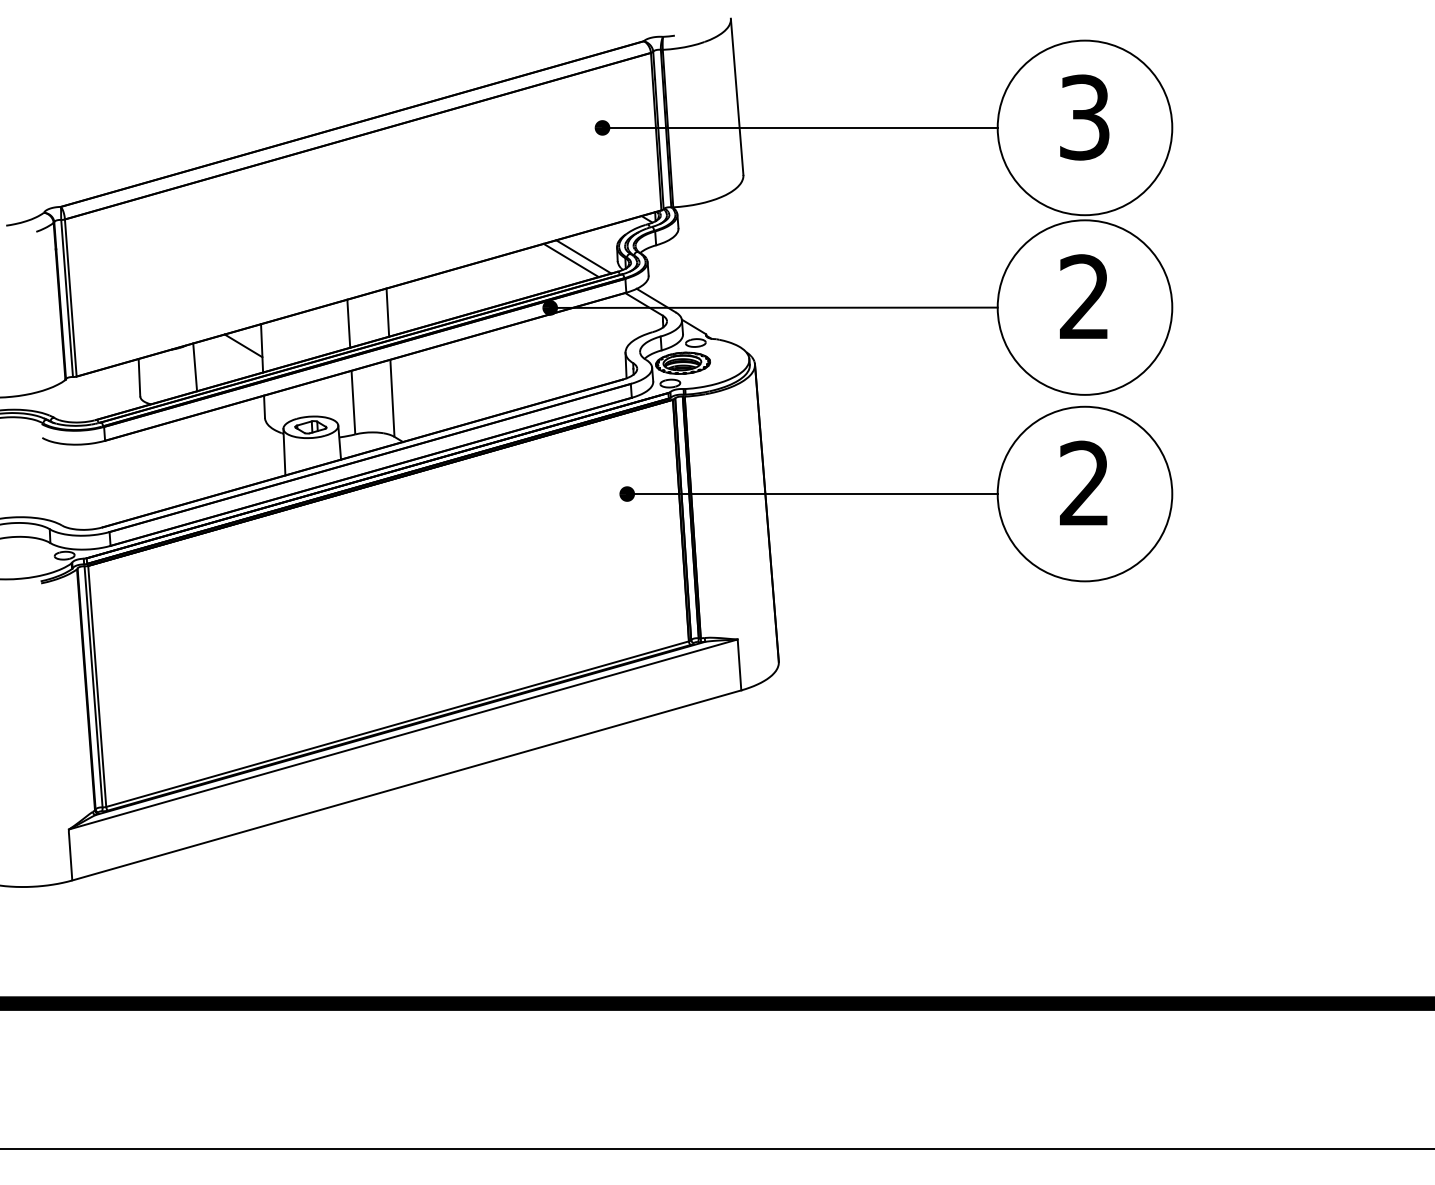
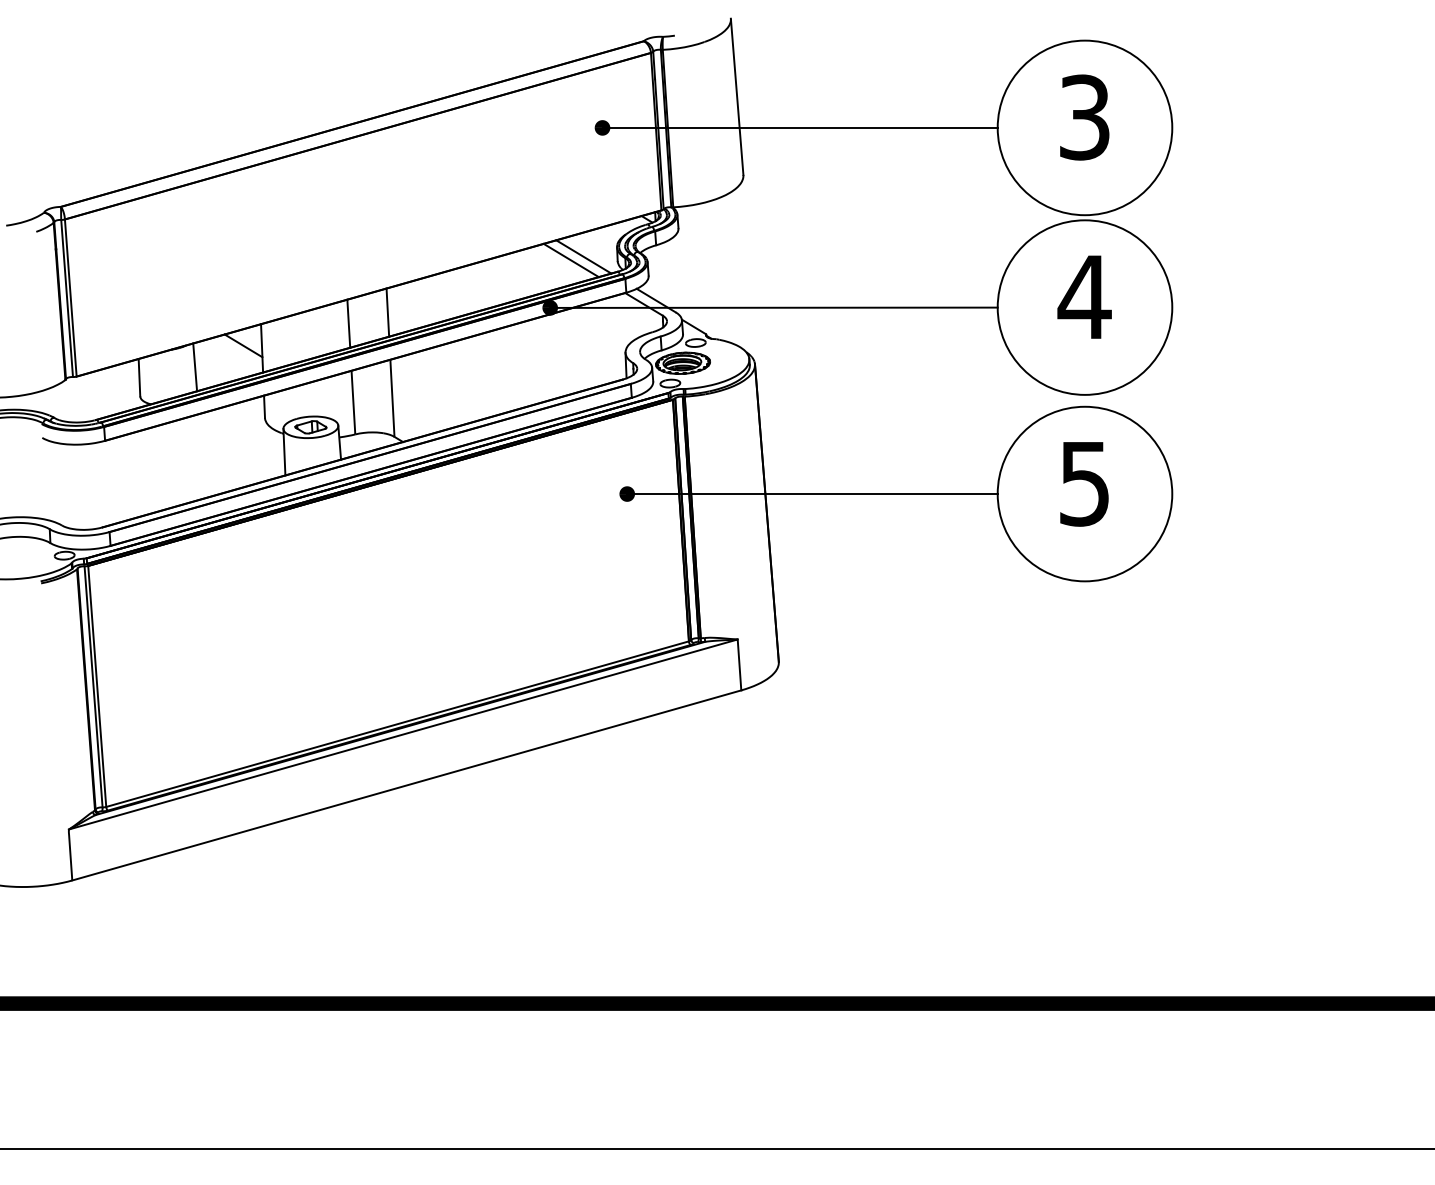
text at (1084, 296): 2 -> 4
text at (1083, 483): 2 -> 5
